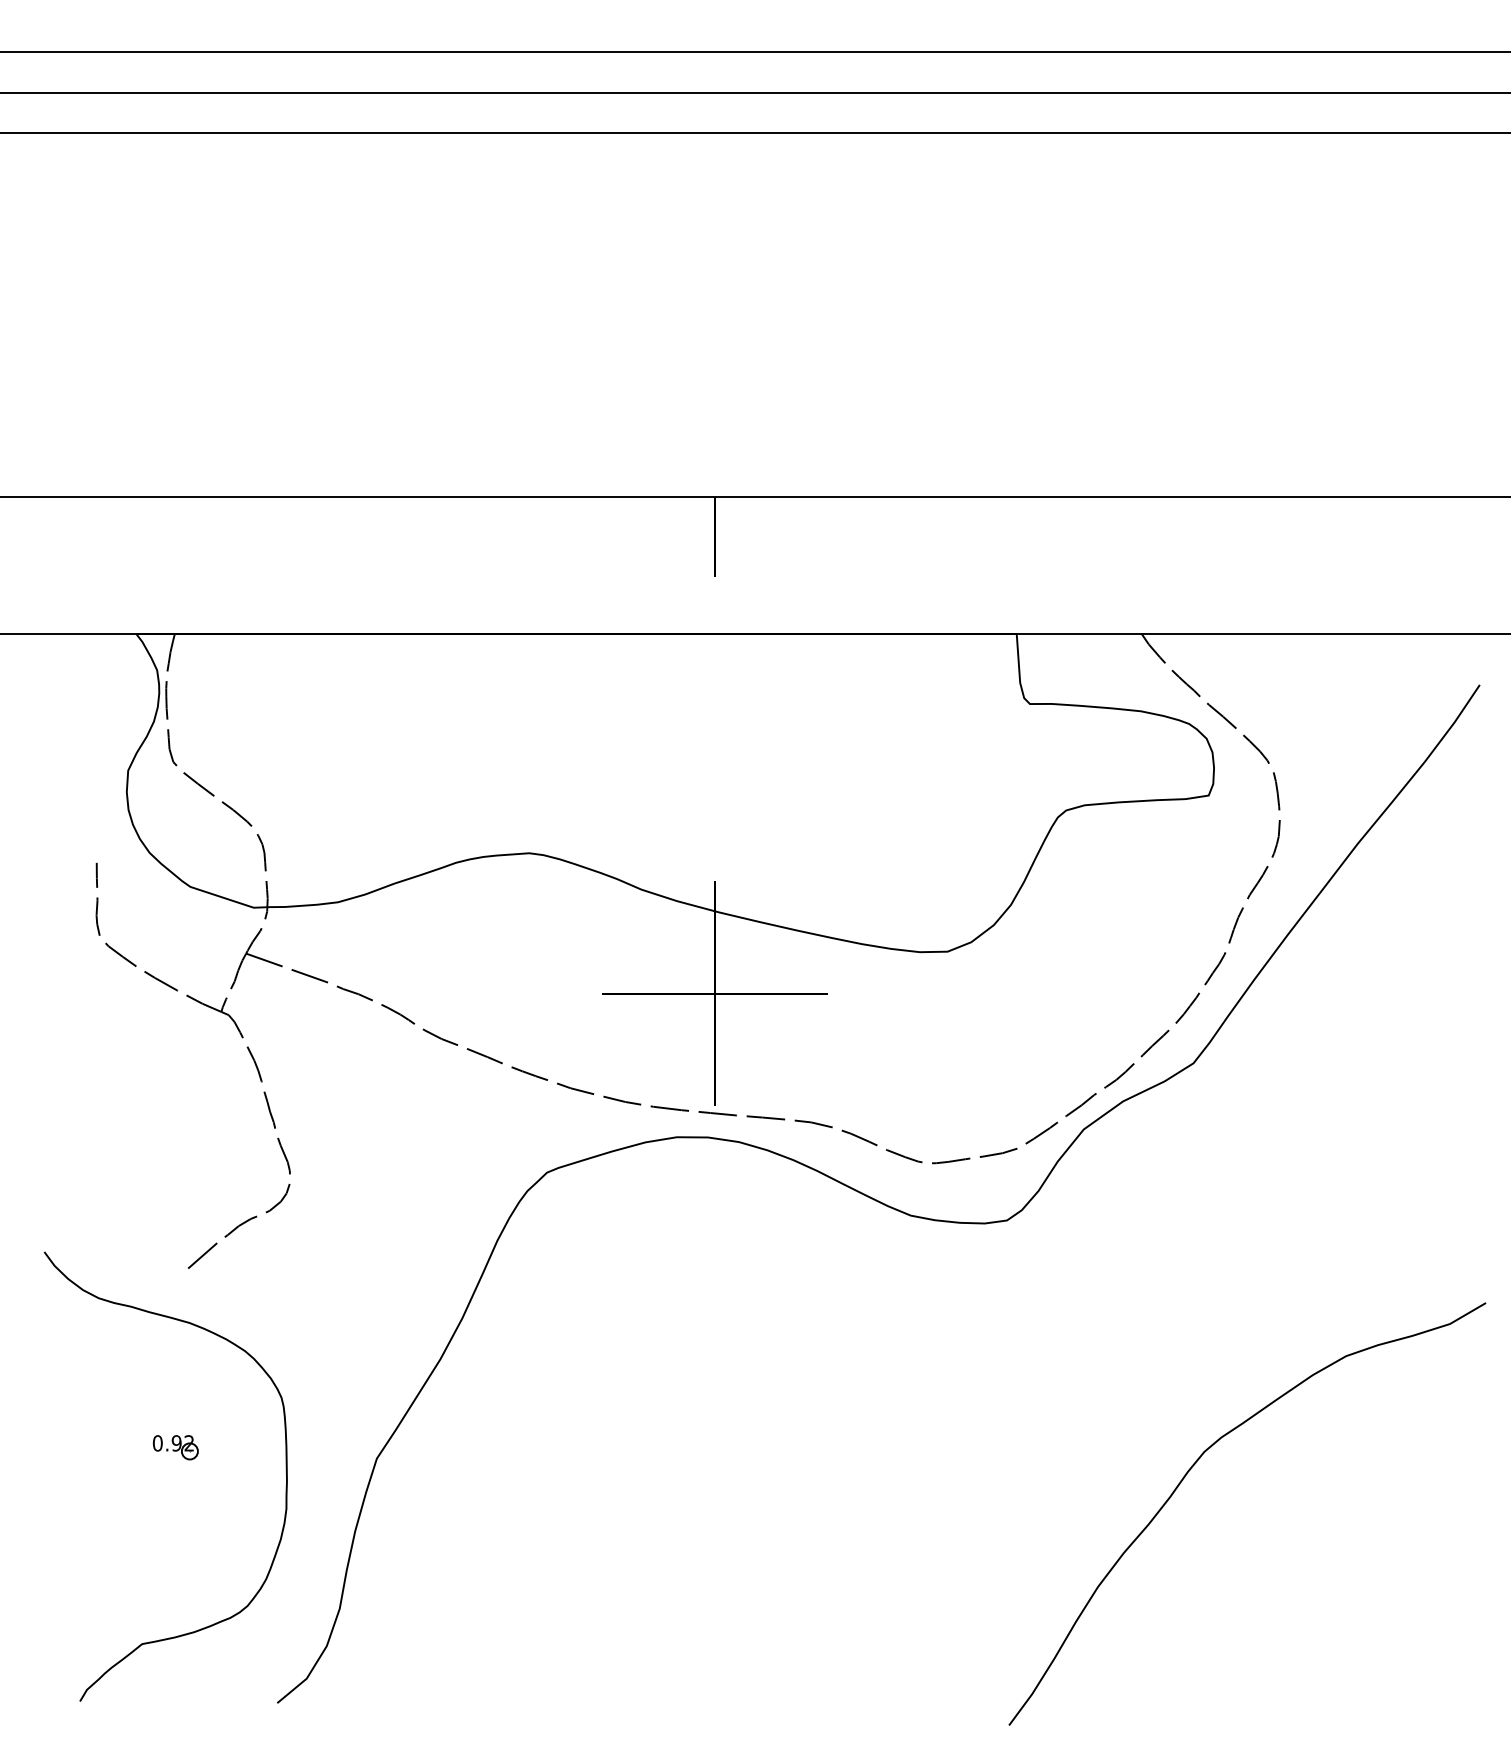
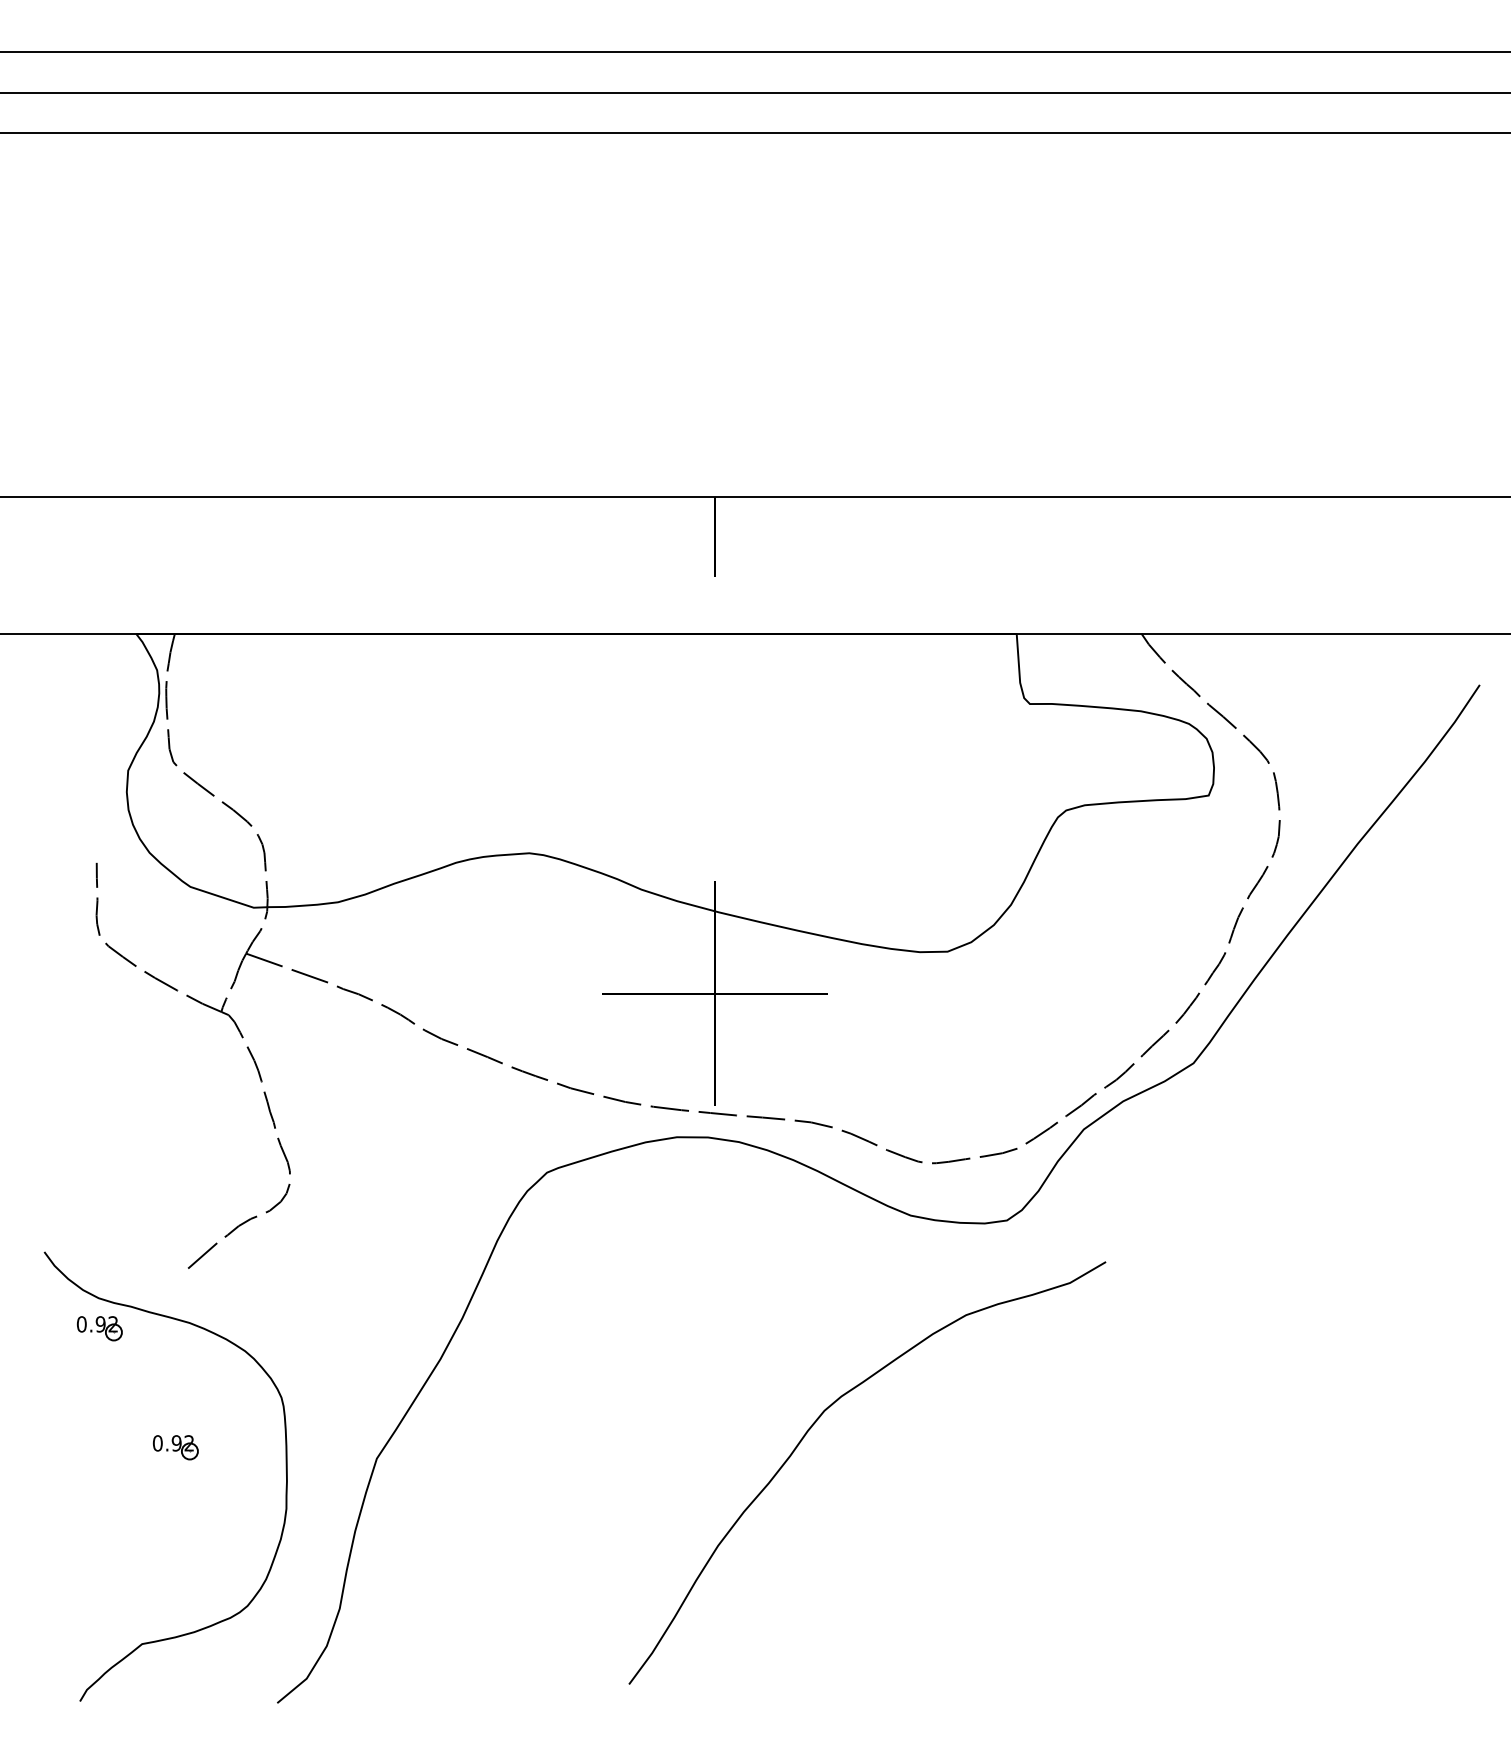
part at (99, 1328): none -> present
curve at (1191, 1469) position: (1191, 1469) -> (811, 1428)
